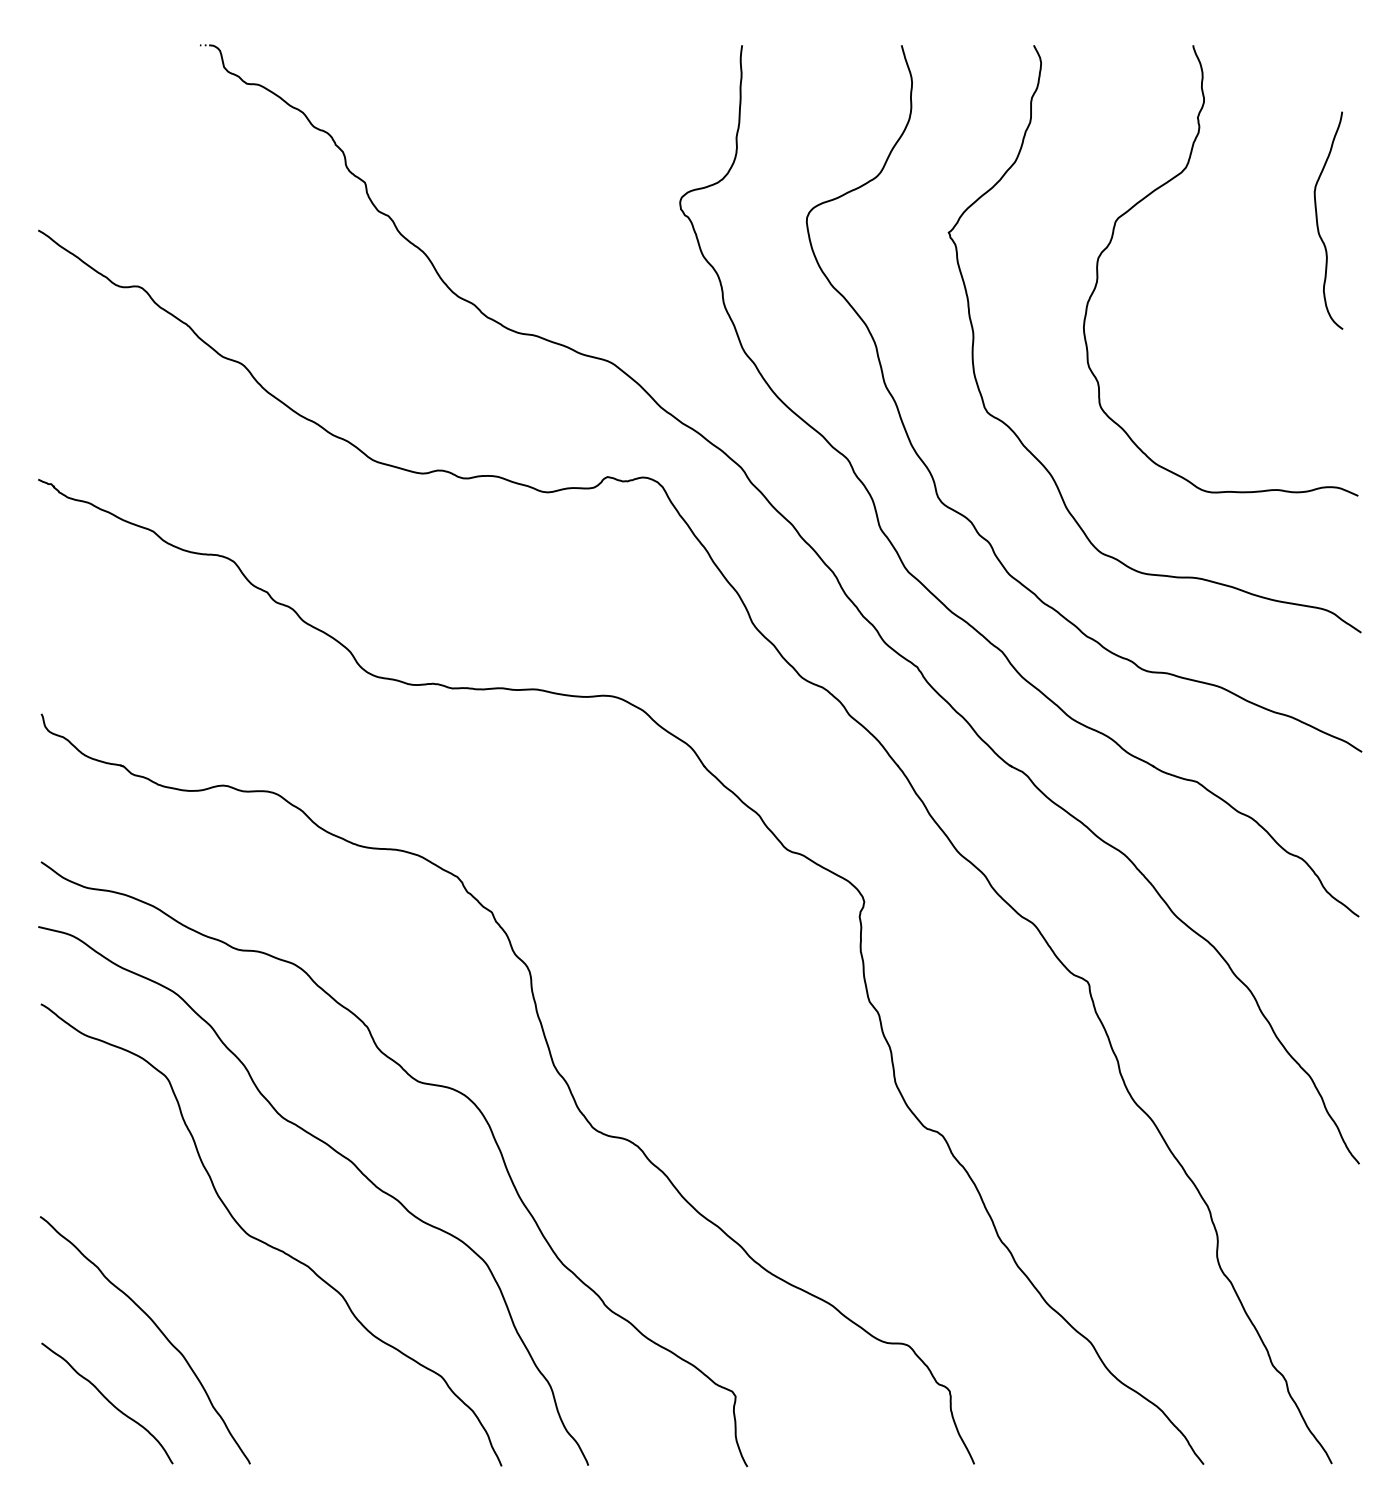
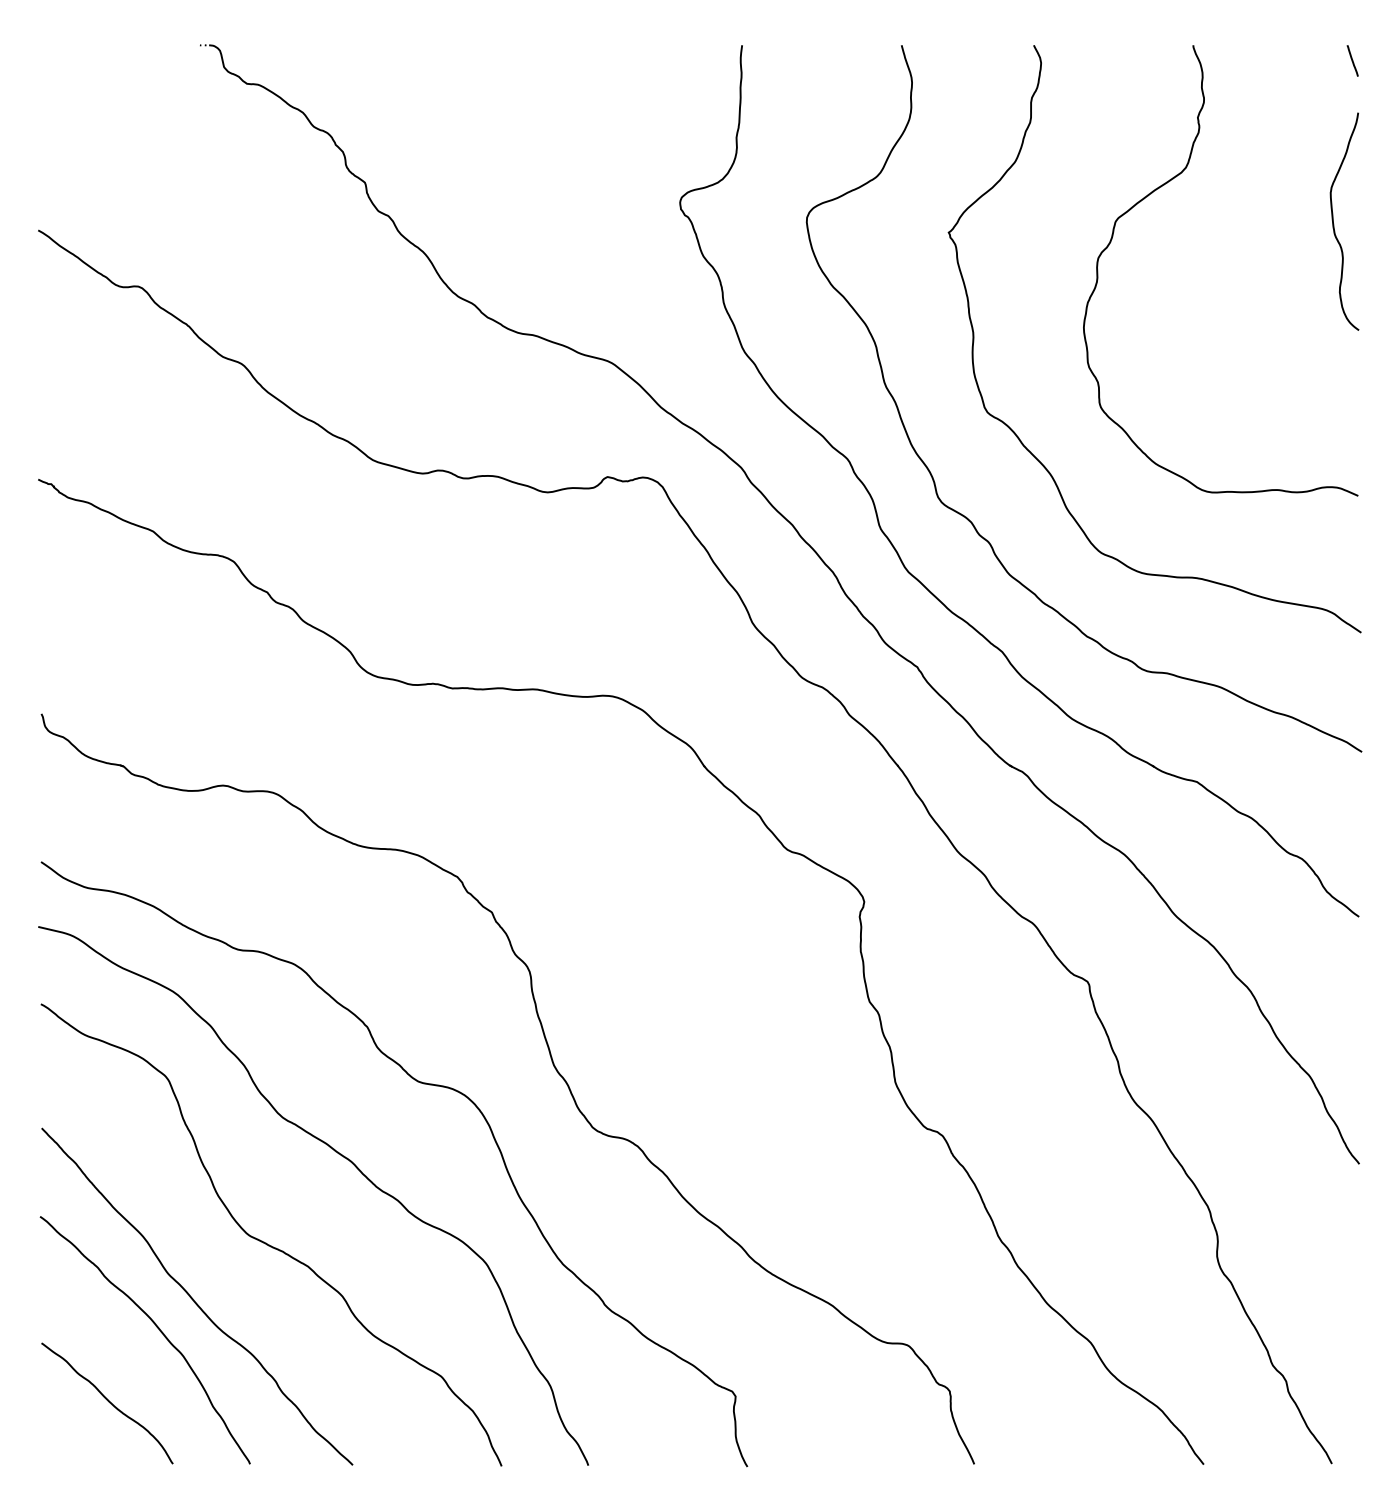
line at (1352, 60): none -> present
curve at (1318, 223) position: (1318, 223) -> (1334, 224)
curve at (193, 1298): none -> present
